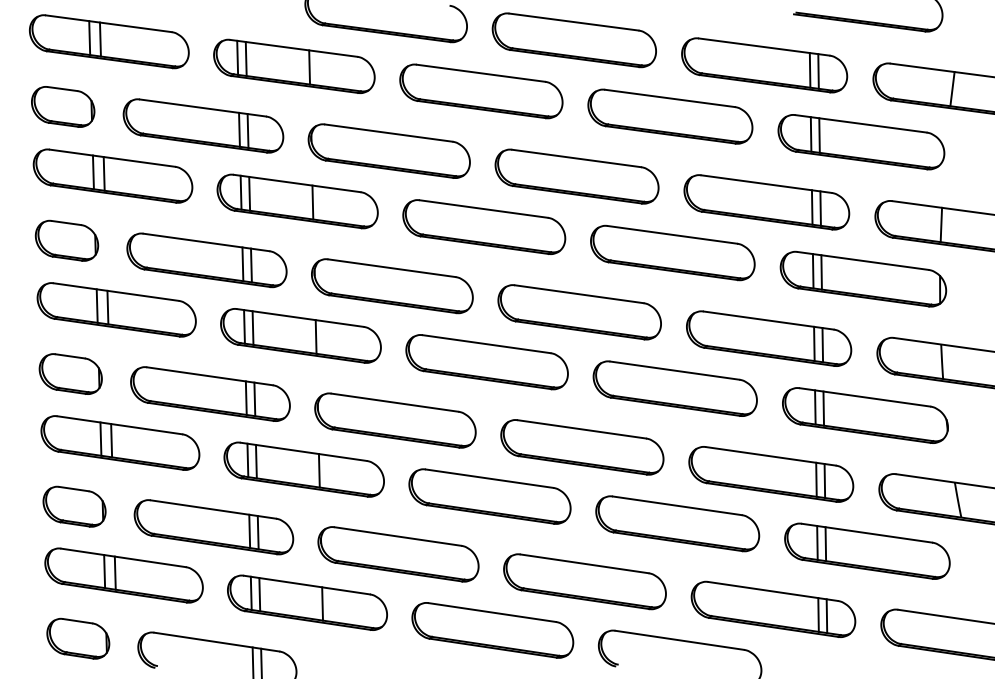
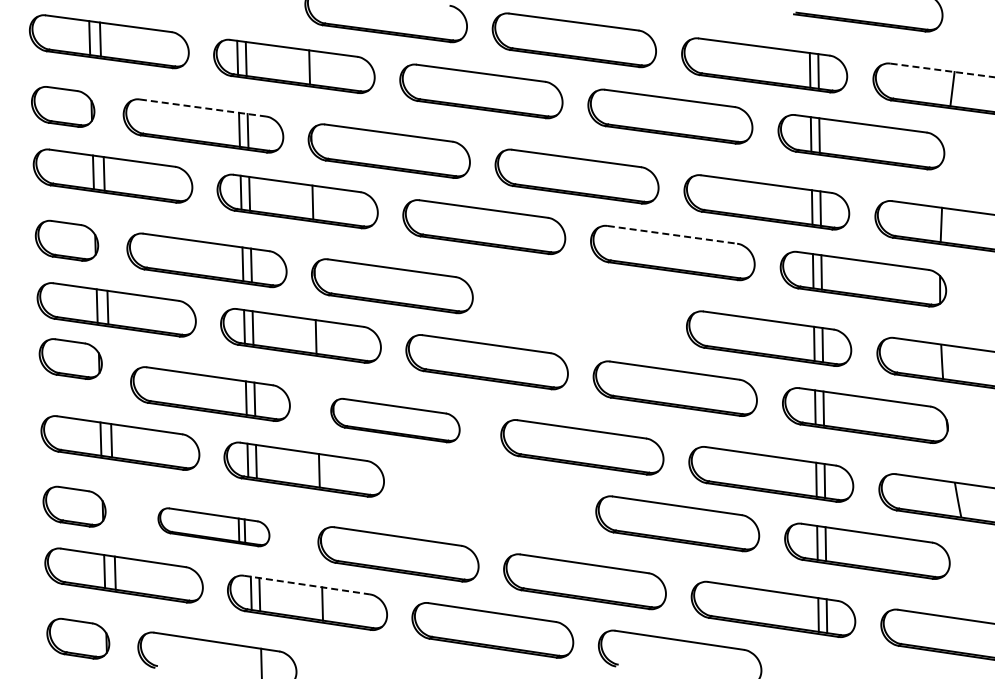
line at (943, 70): solid -> dashed
line at (202, 108): solid -> dashed
line at (672, 234): solid -> dashed
part at (579, 312): present -> none
part at (70, 373) position: (70, 373) -> (70, 358)
part at (395, 420) size: 163x57 px -> 131x46 px
part at (489, 496): present -> none
part at (213, 527) size: 162x57 px -> 114x41 px
line at (307, 585): solid -> dashed
line at (252, 661): present -> none
